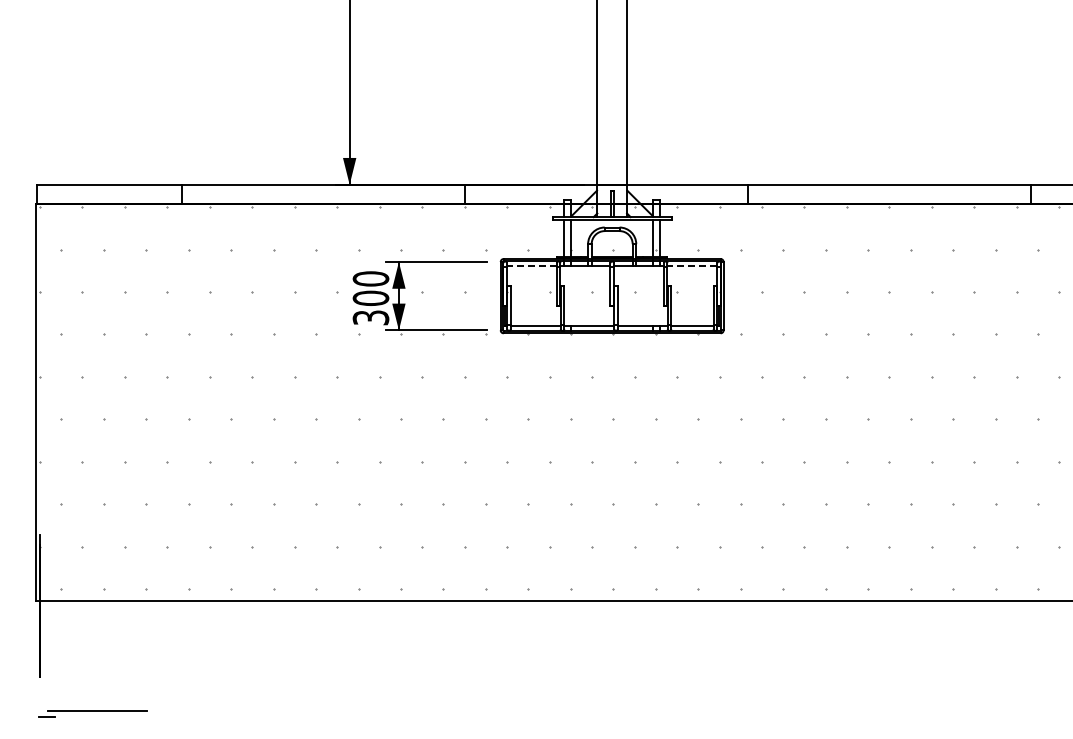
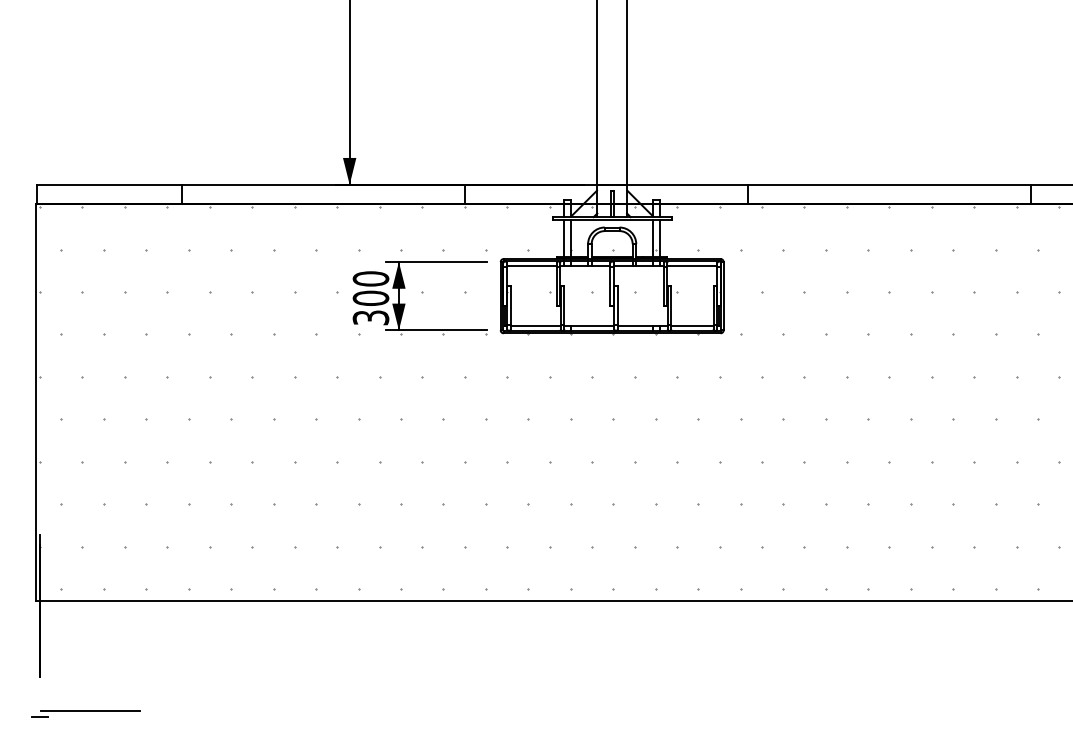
line at (531, 266): dashed -> solid
line at (692, 266): dashed -> solid
part at (92, 713) position: (92, 713) -> (85, 713)
